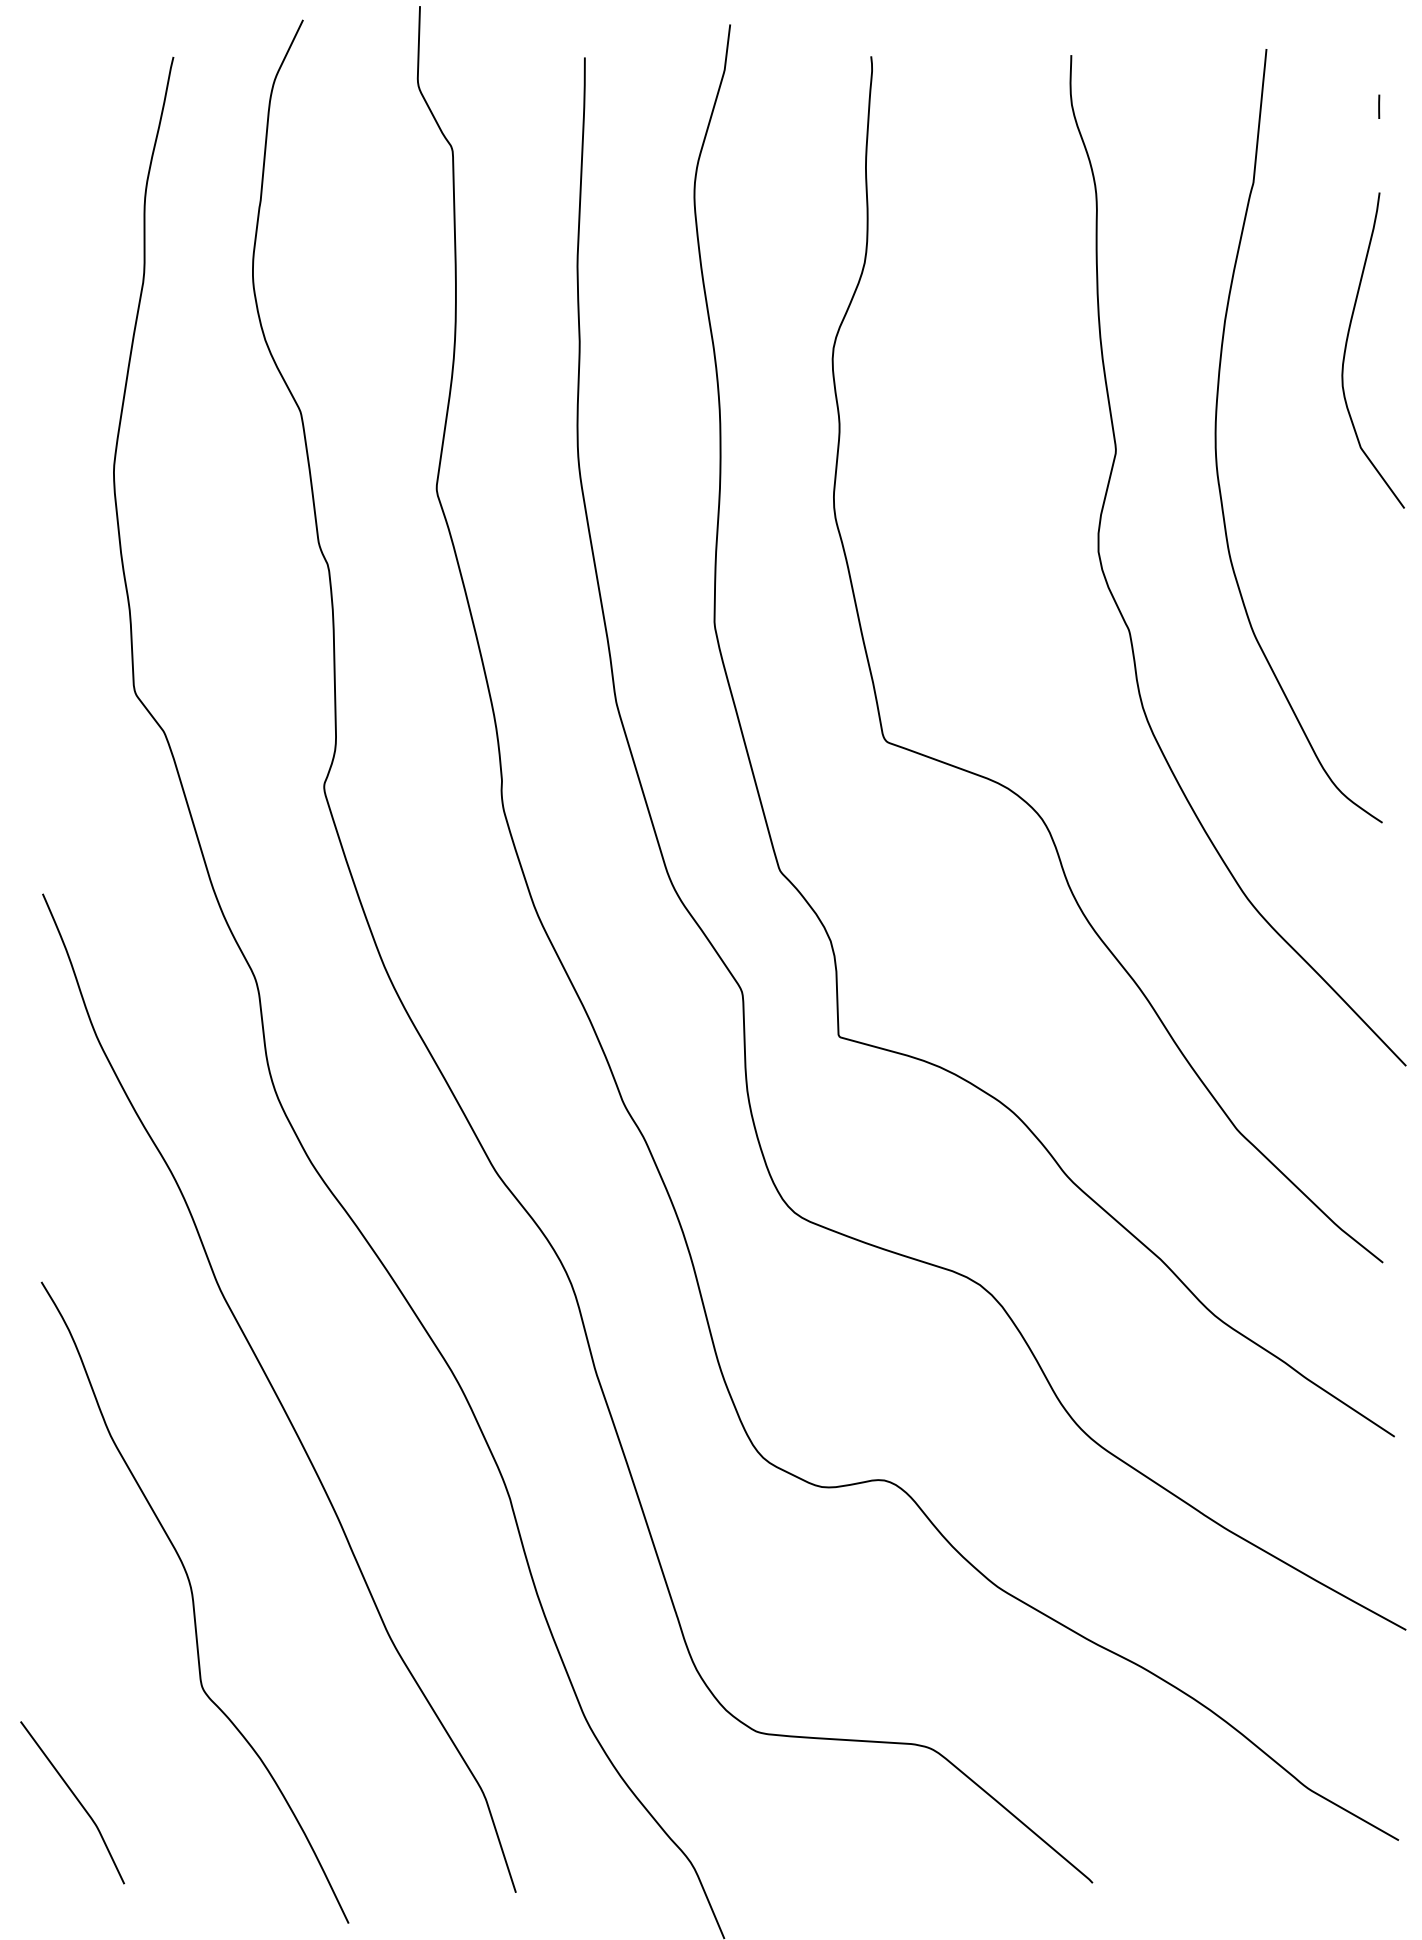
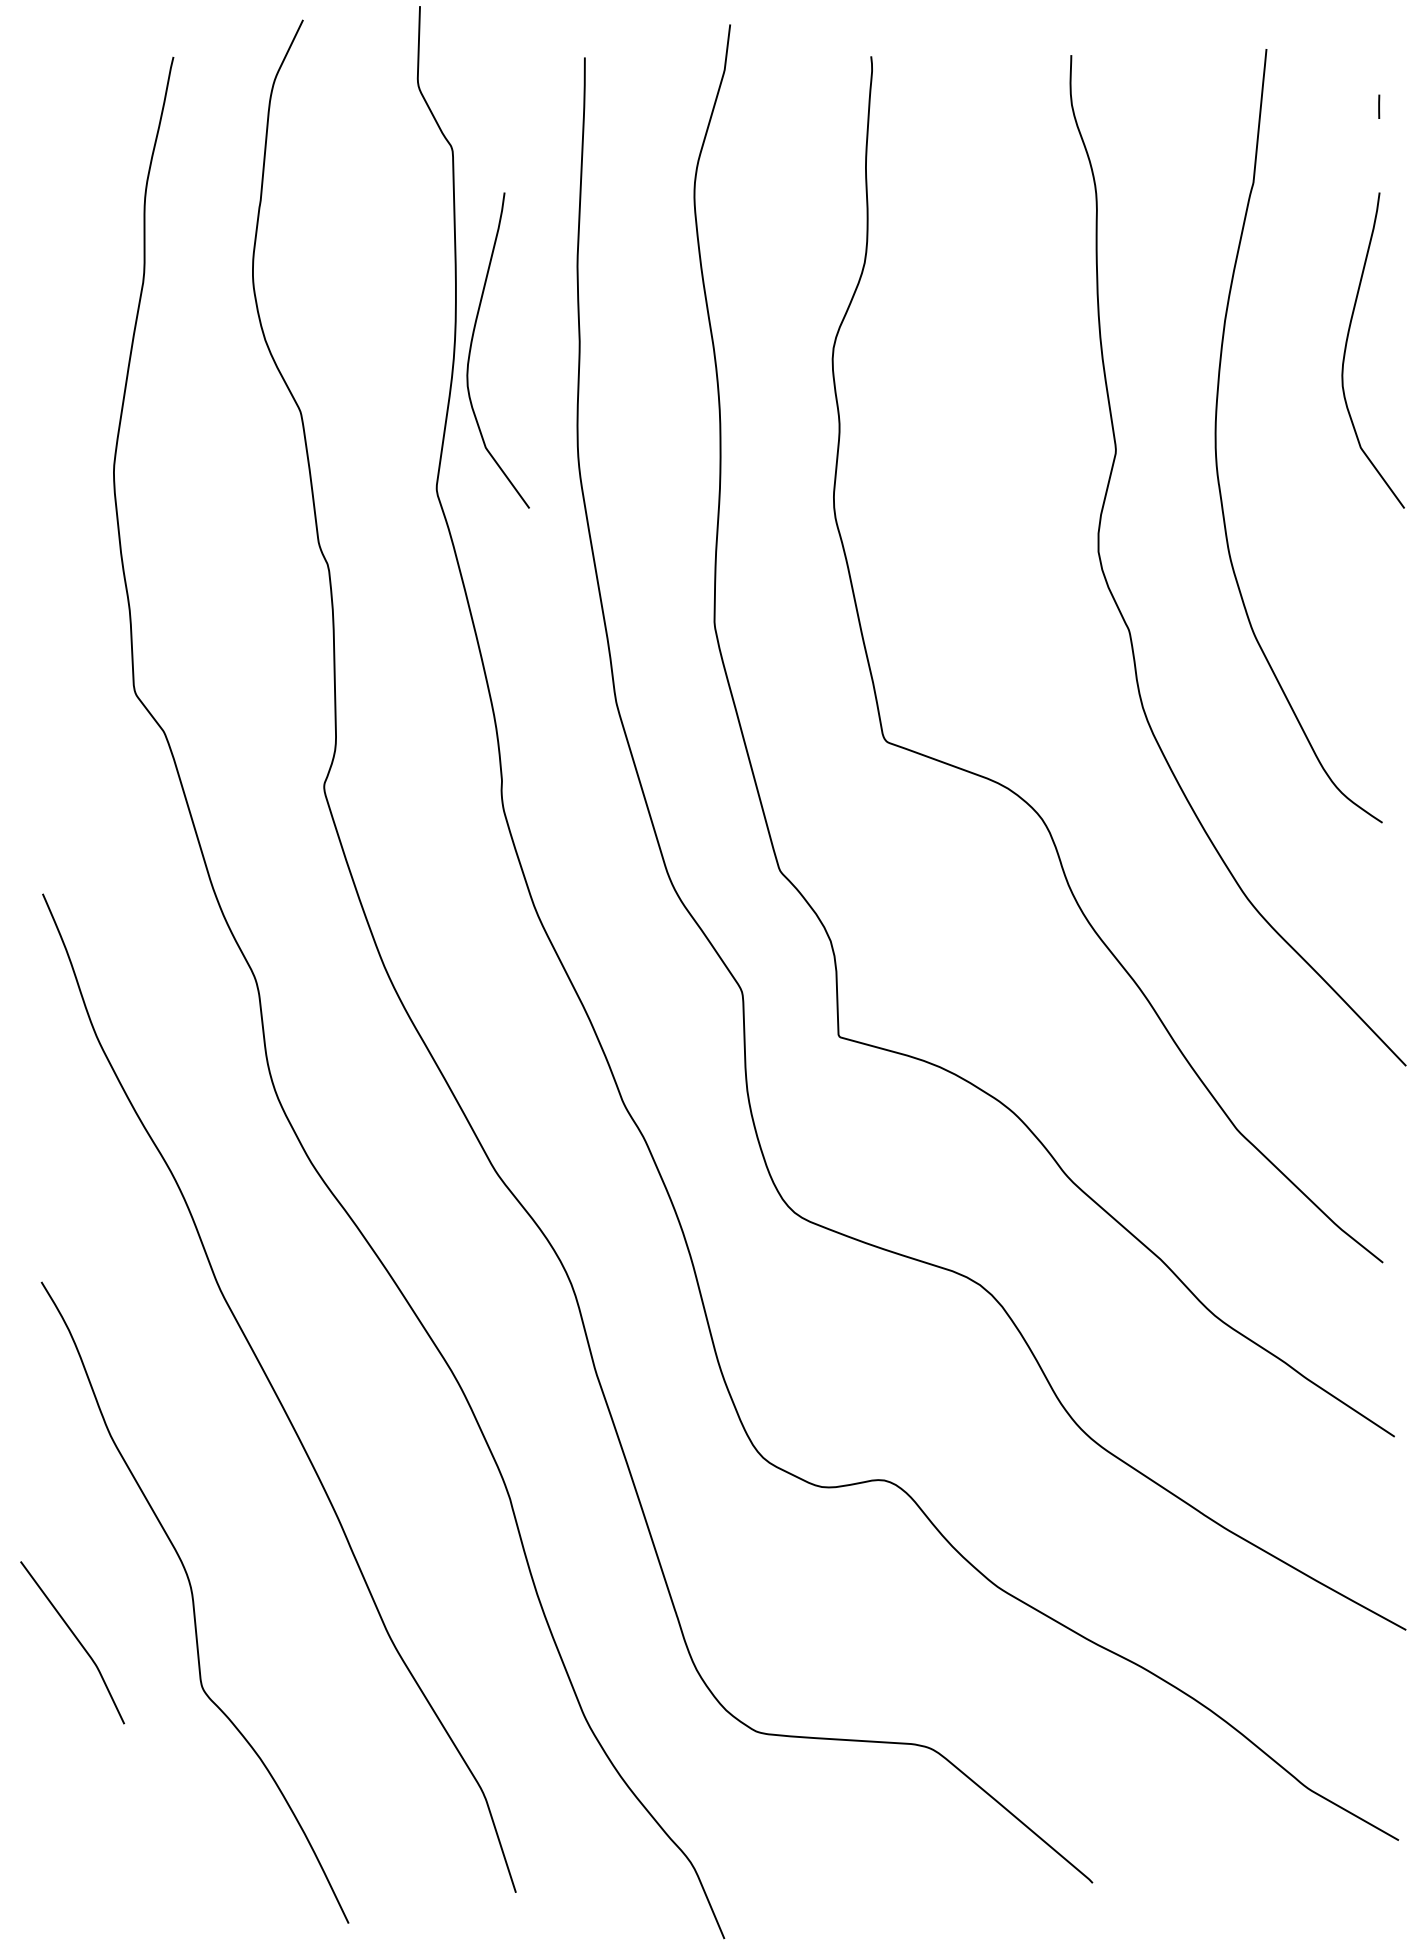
curve at (472, 343): none -> present
curve at (75, 1798) position: (75, 1798) -> (75, 1638)
